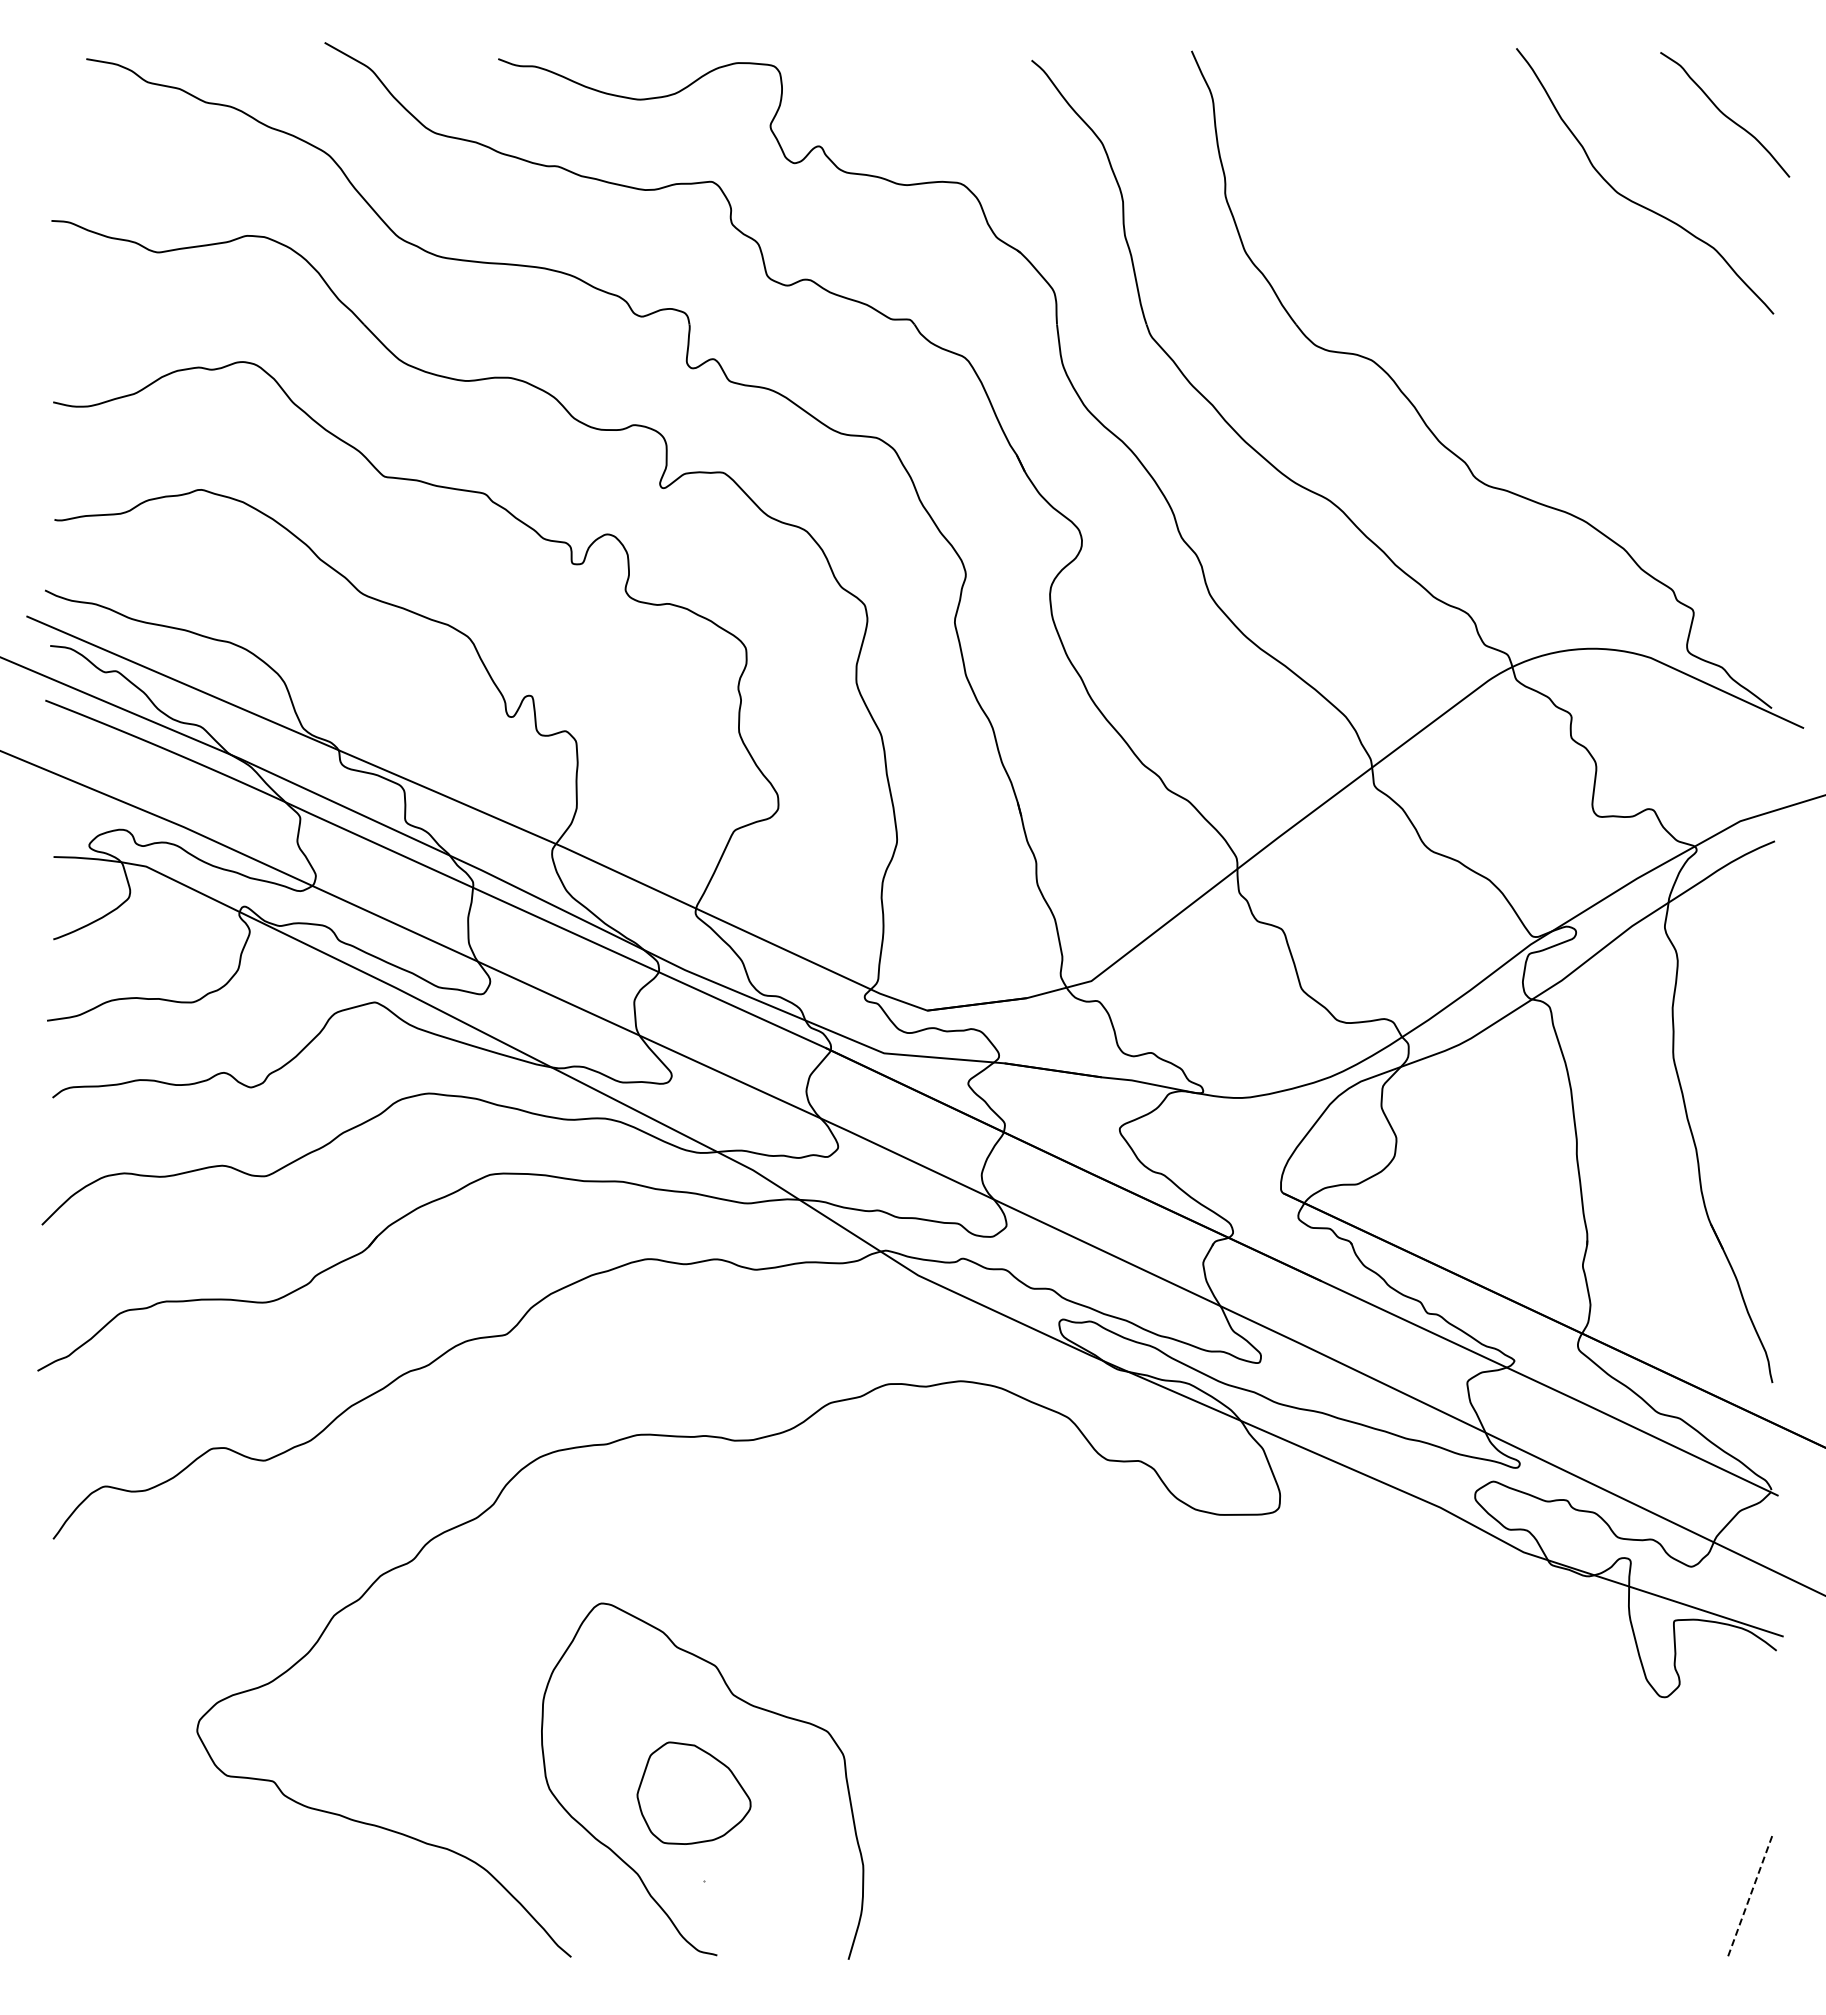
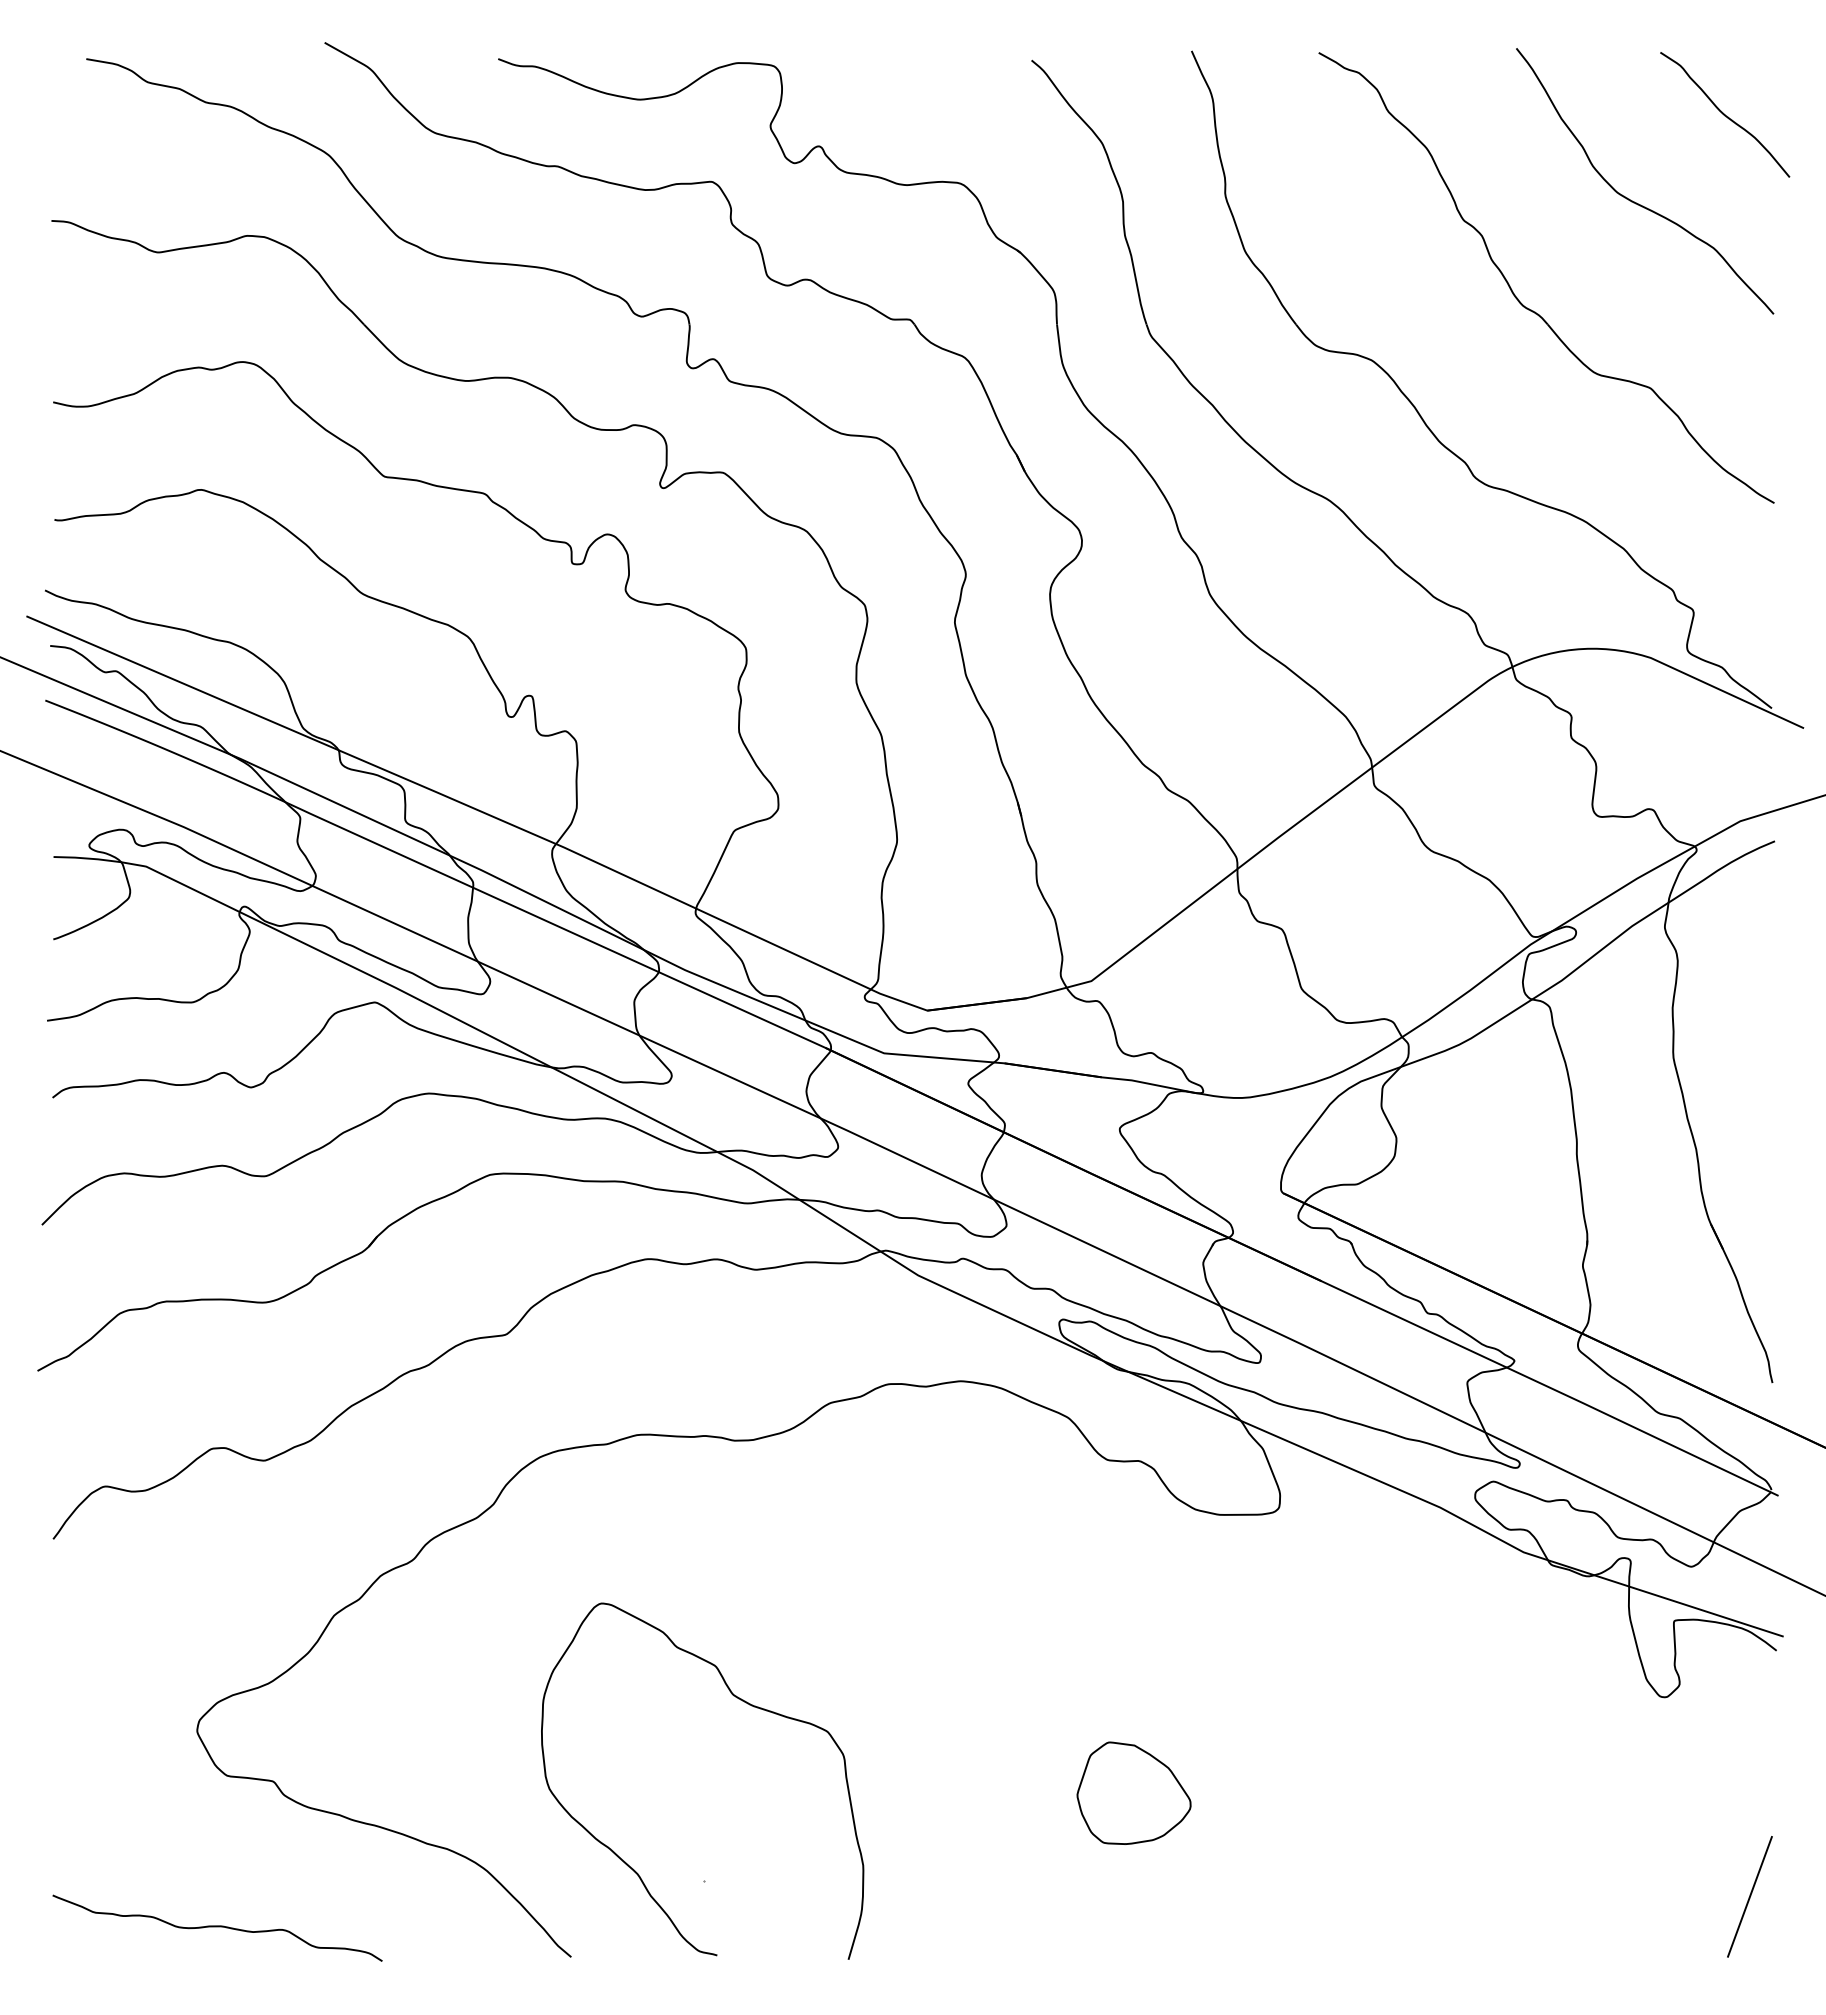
part at (1518, 298): none -> present
part at (693, 1792) position: (693, 1792) -> (1133, 1792)
line at (1749, 1896): dashed -> solid
curve at (217, 1927): none -> present
